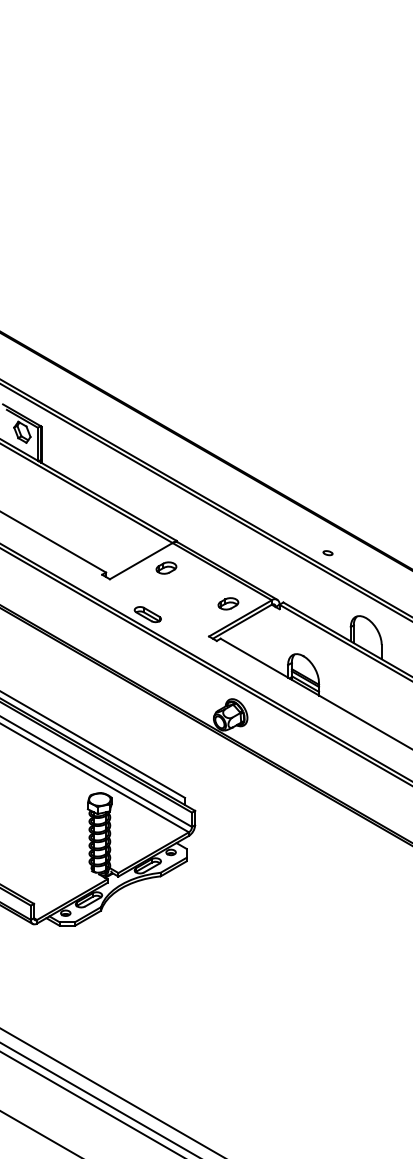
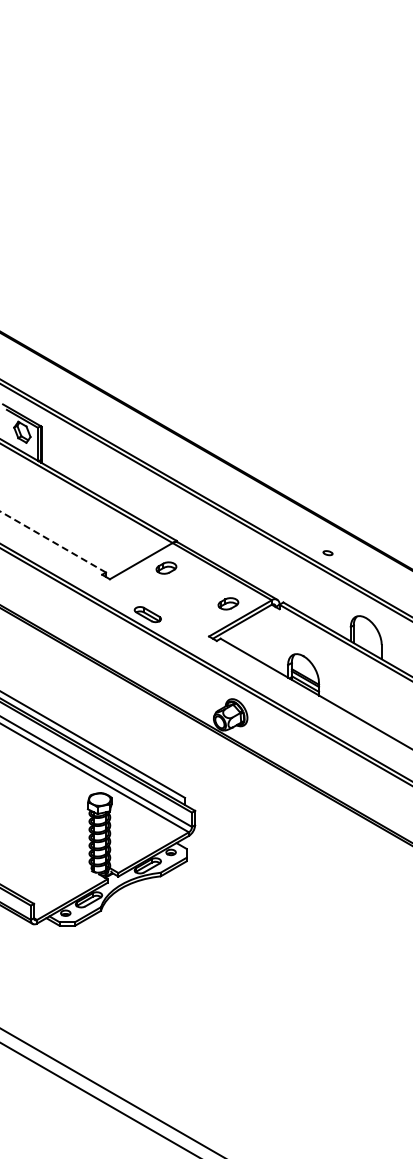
line at (53, 542): solid -> dashed
line at (91, 1103): present -> none
line at (40, 1133): present -> none
